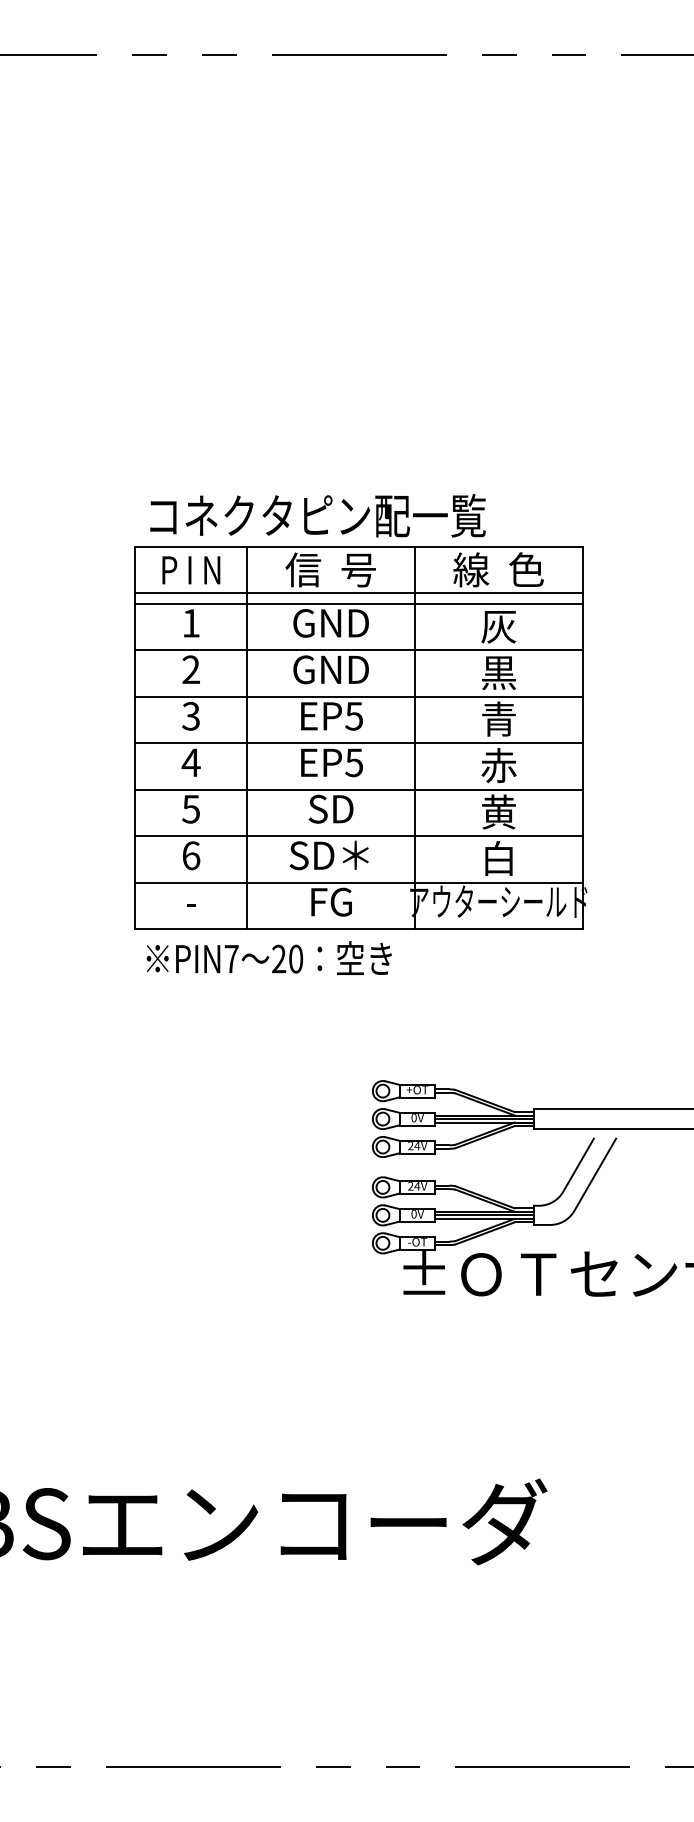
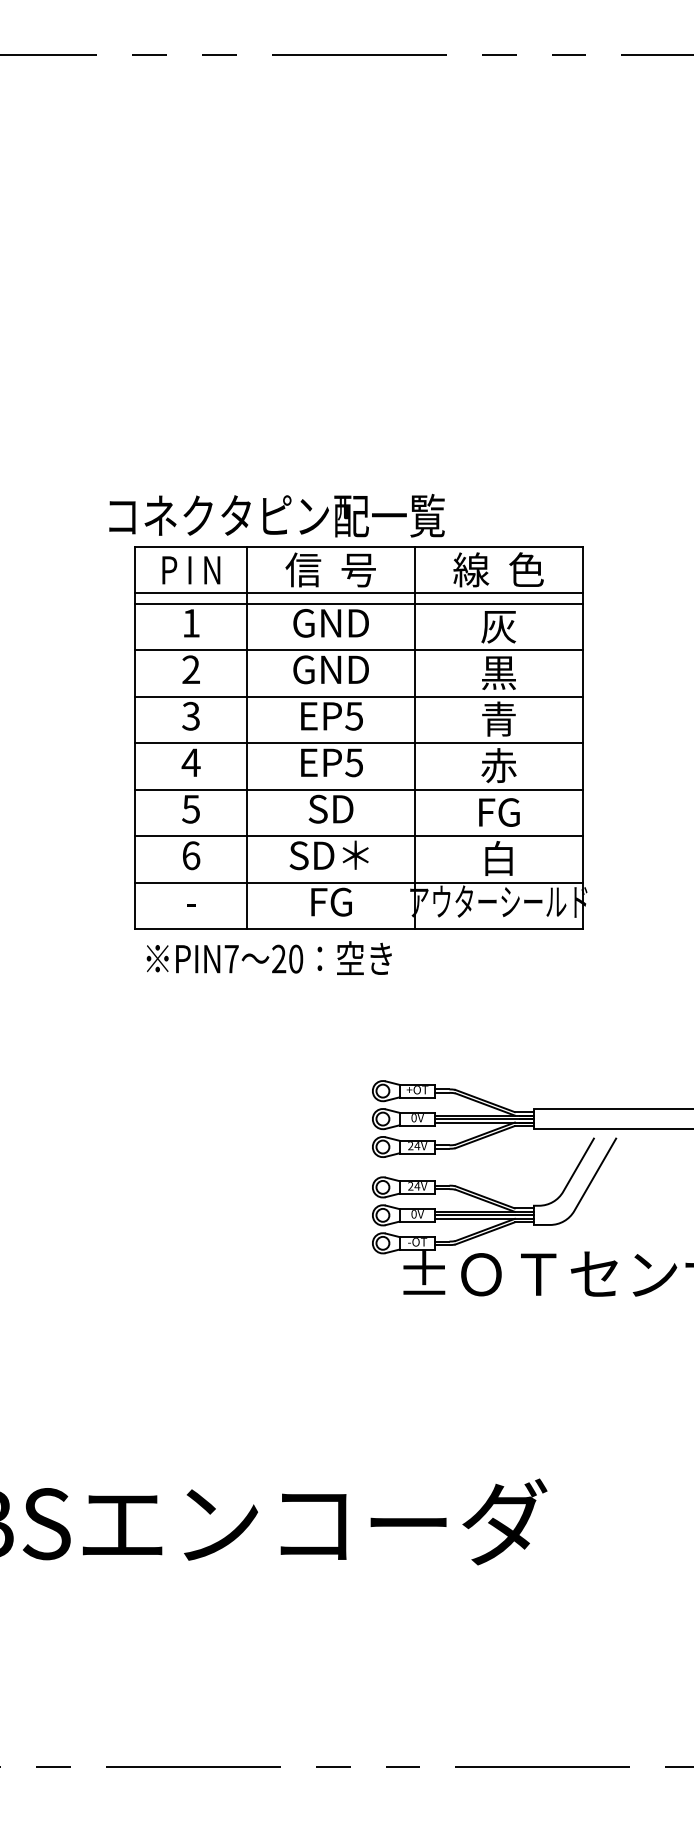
text at (317, 515) position: (317, 515) -> (276, 515)
text at (499, 811): 黄 -> FG
